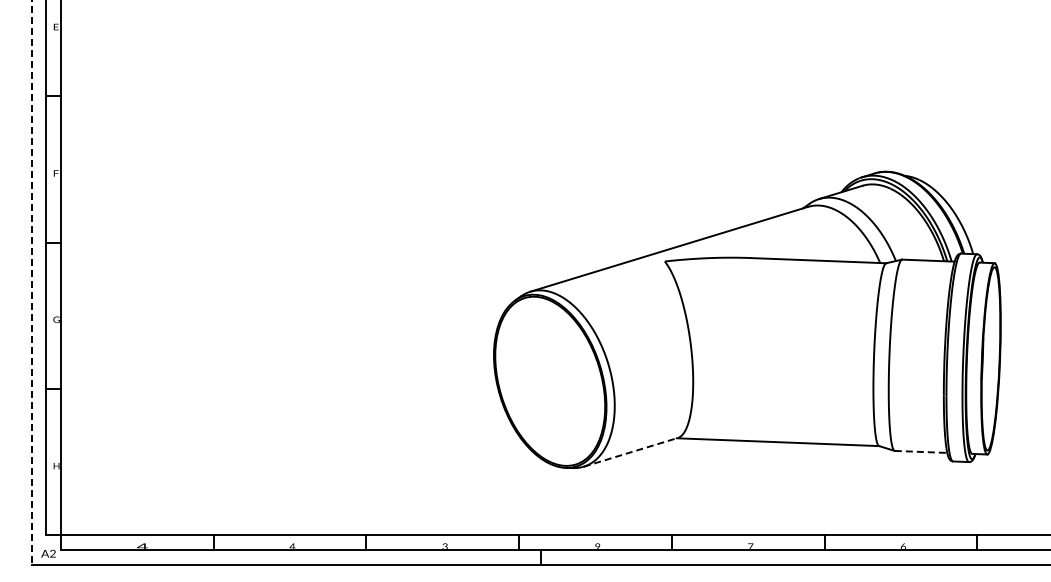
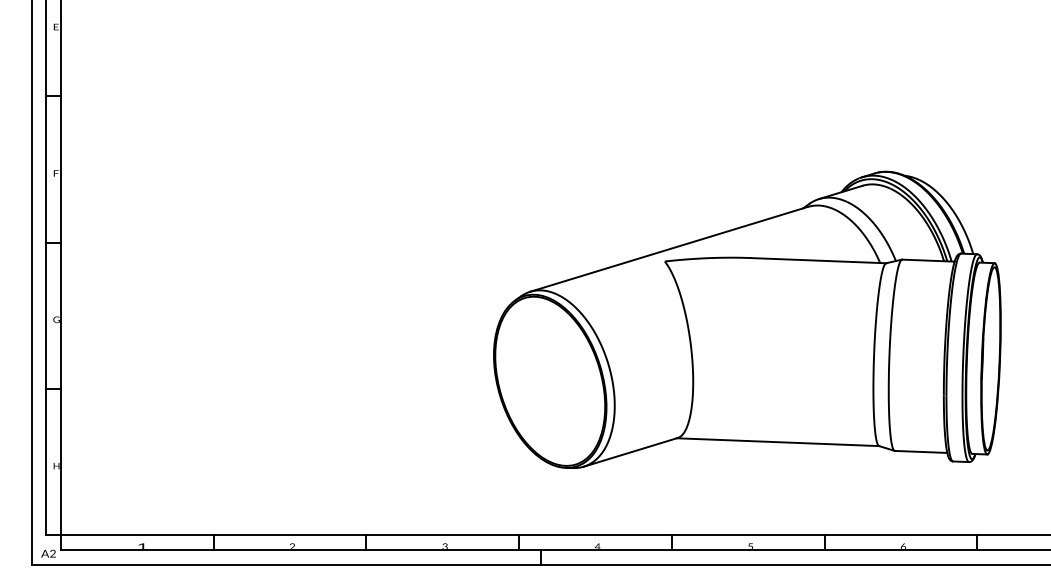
line at (31, 282): dashed -> solid
line at (921, 451): dashed -> solid
line at (631, 452): dashed -> solid
text at (141, 545): 4 -> 1
text at (292, 545): 4 -> 2
text at (597, 545): 9 -> 4
text at (750, 545): 7 -> 5
